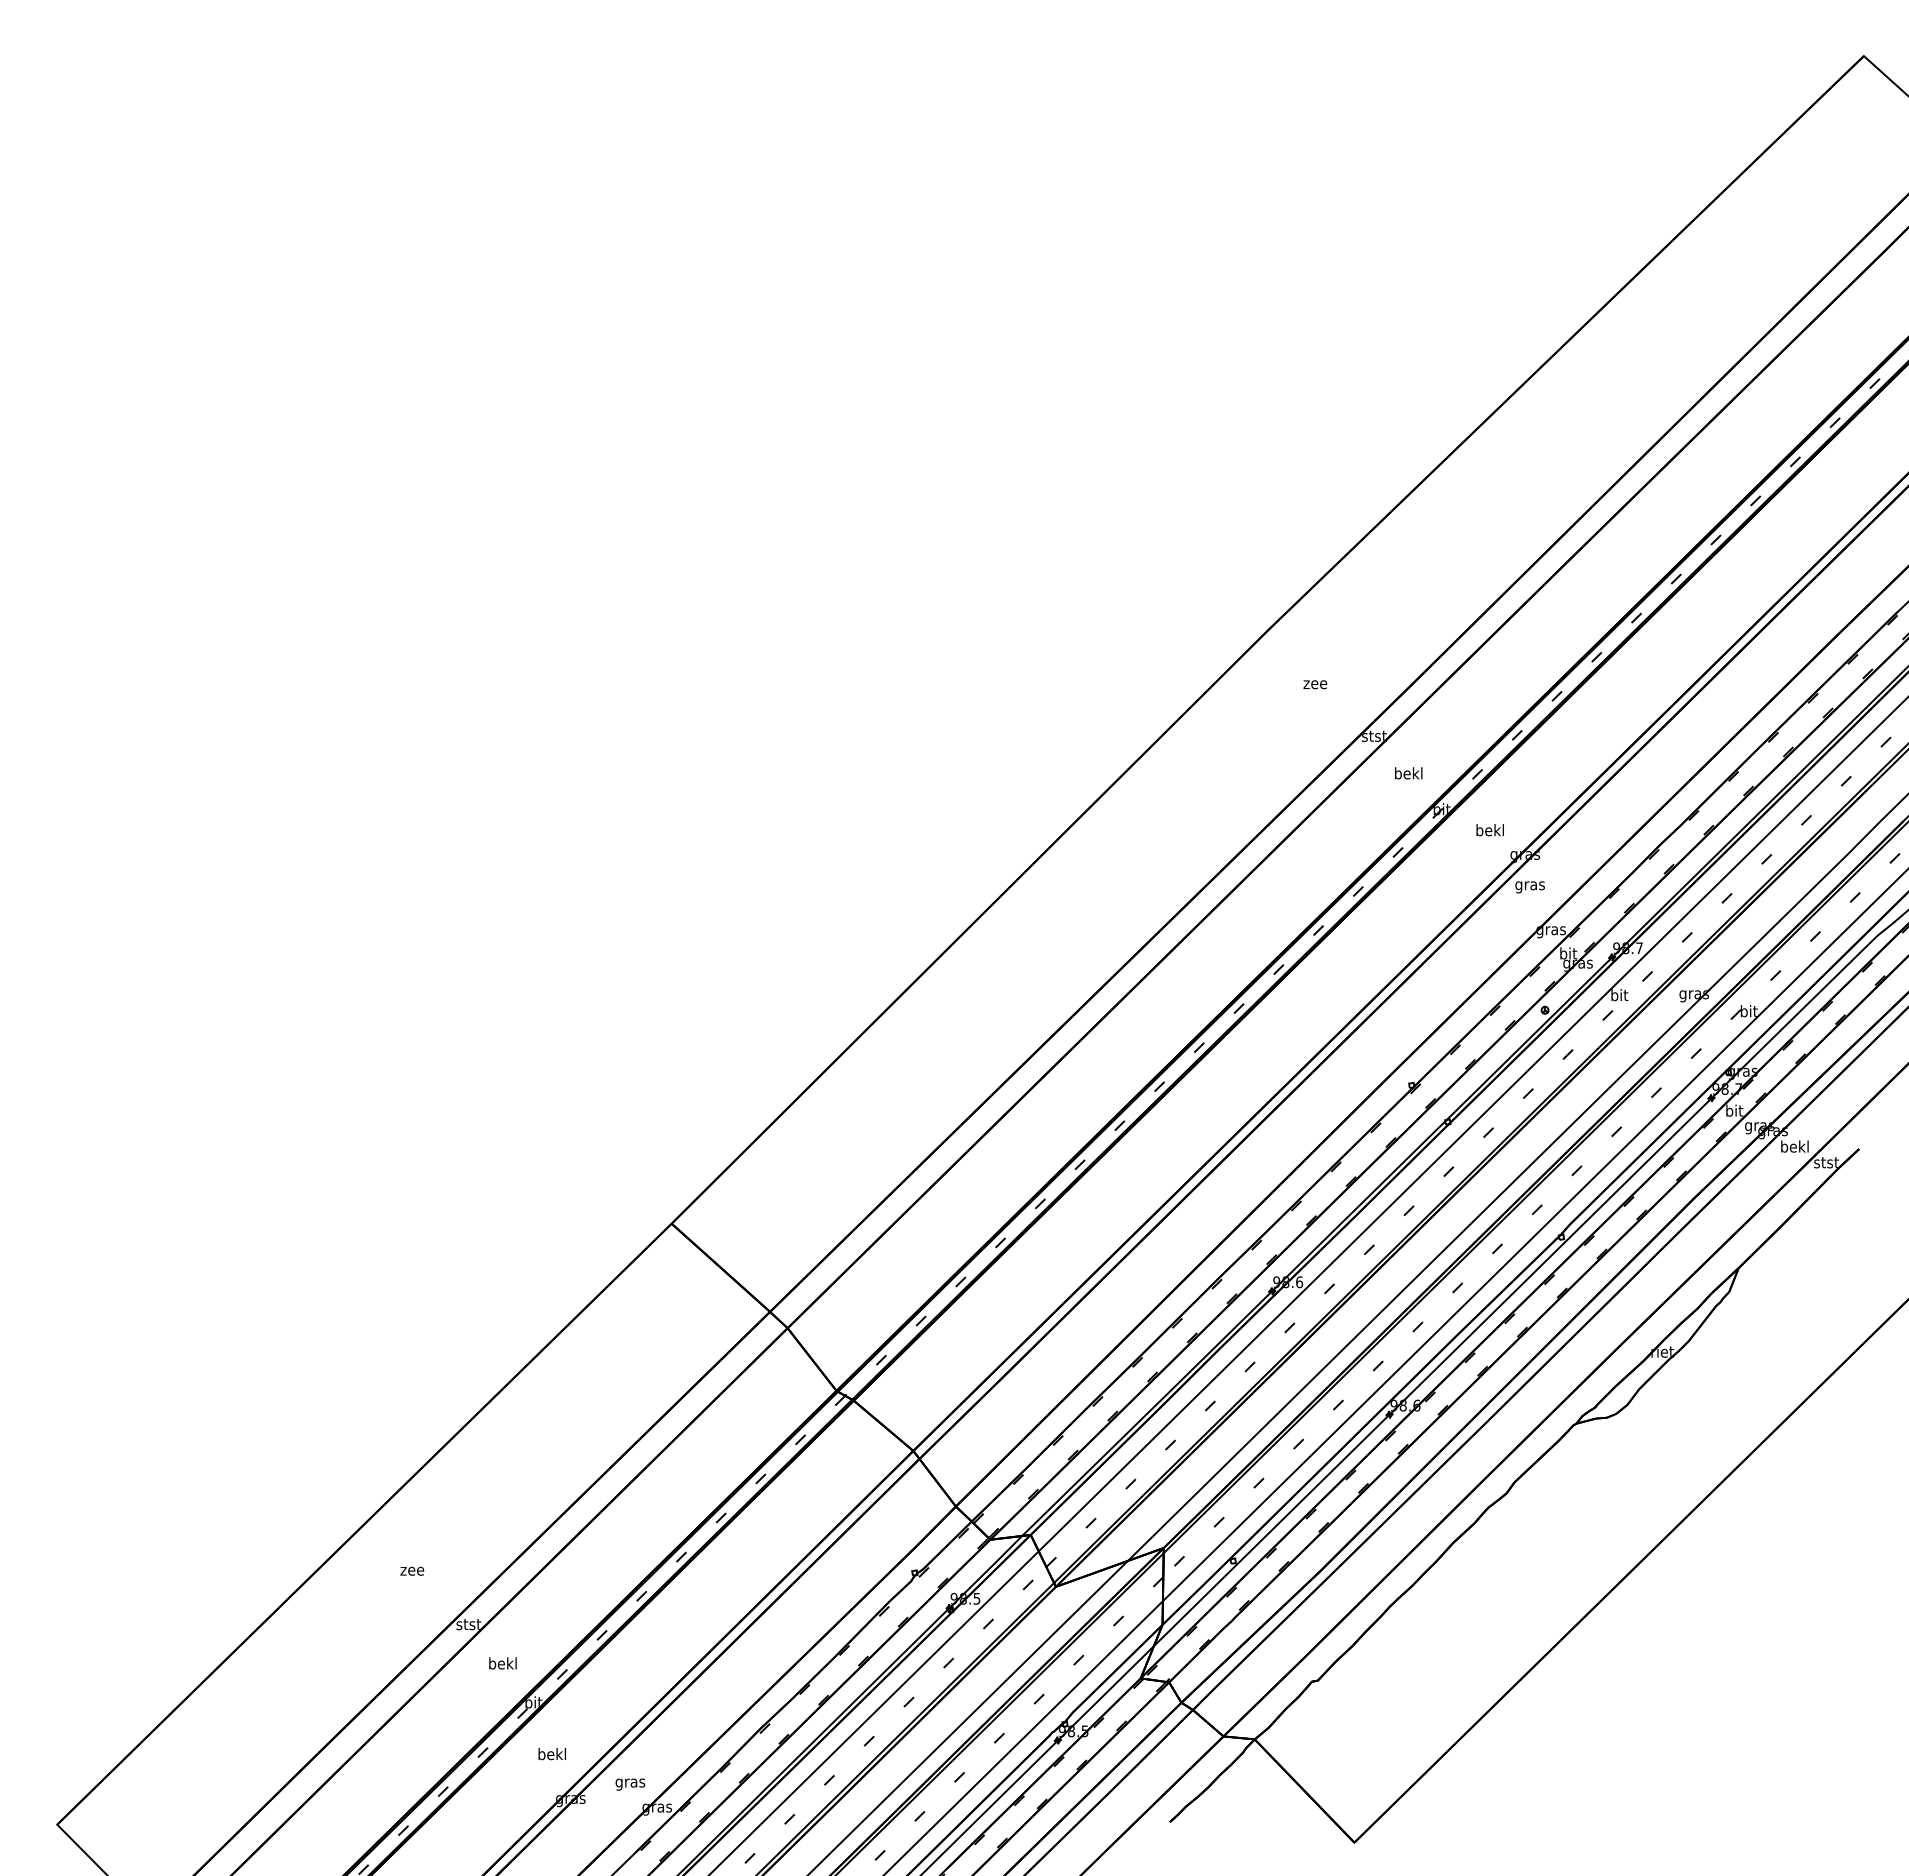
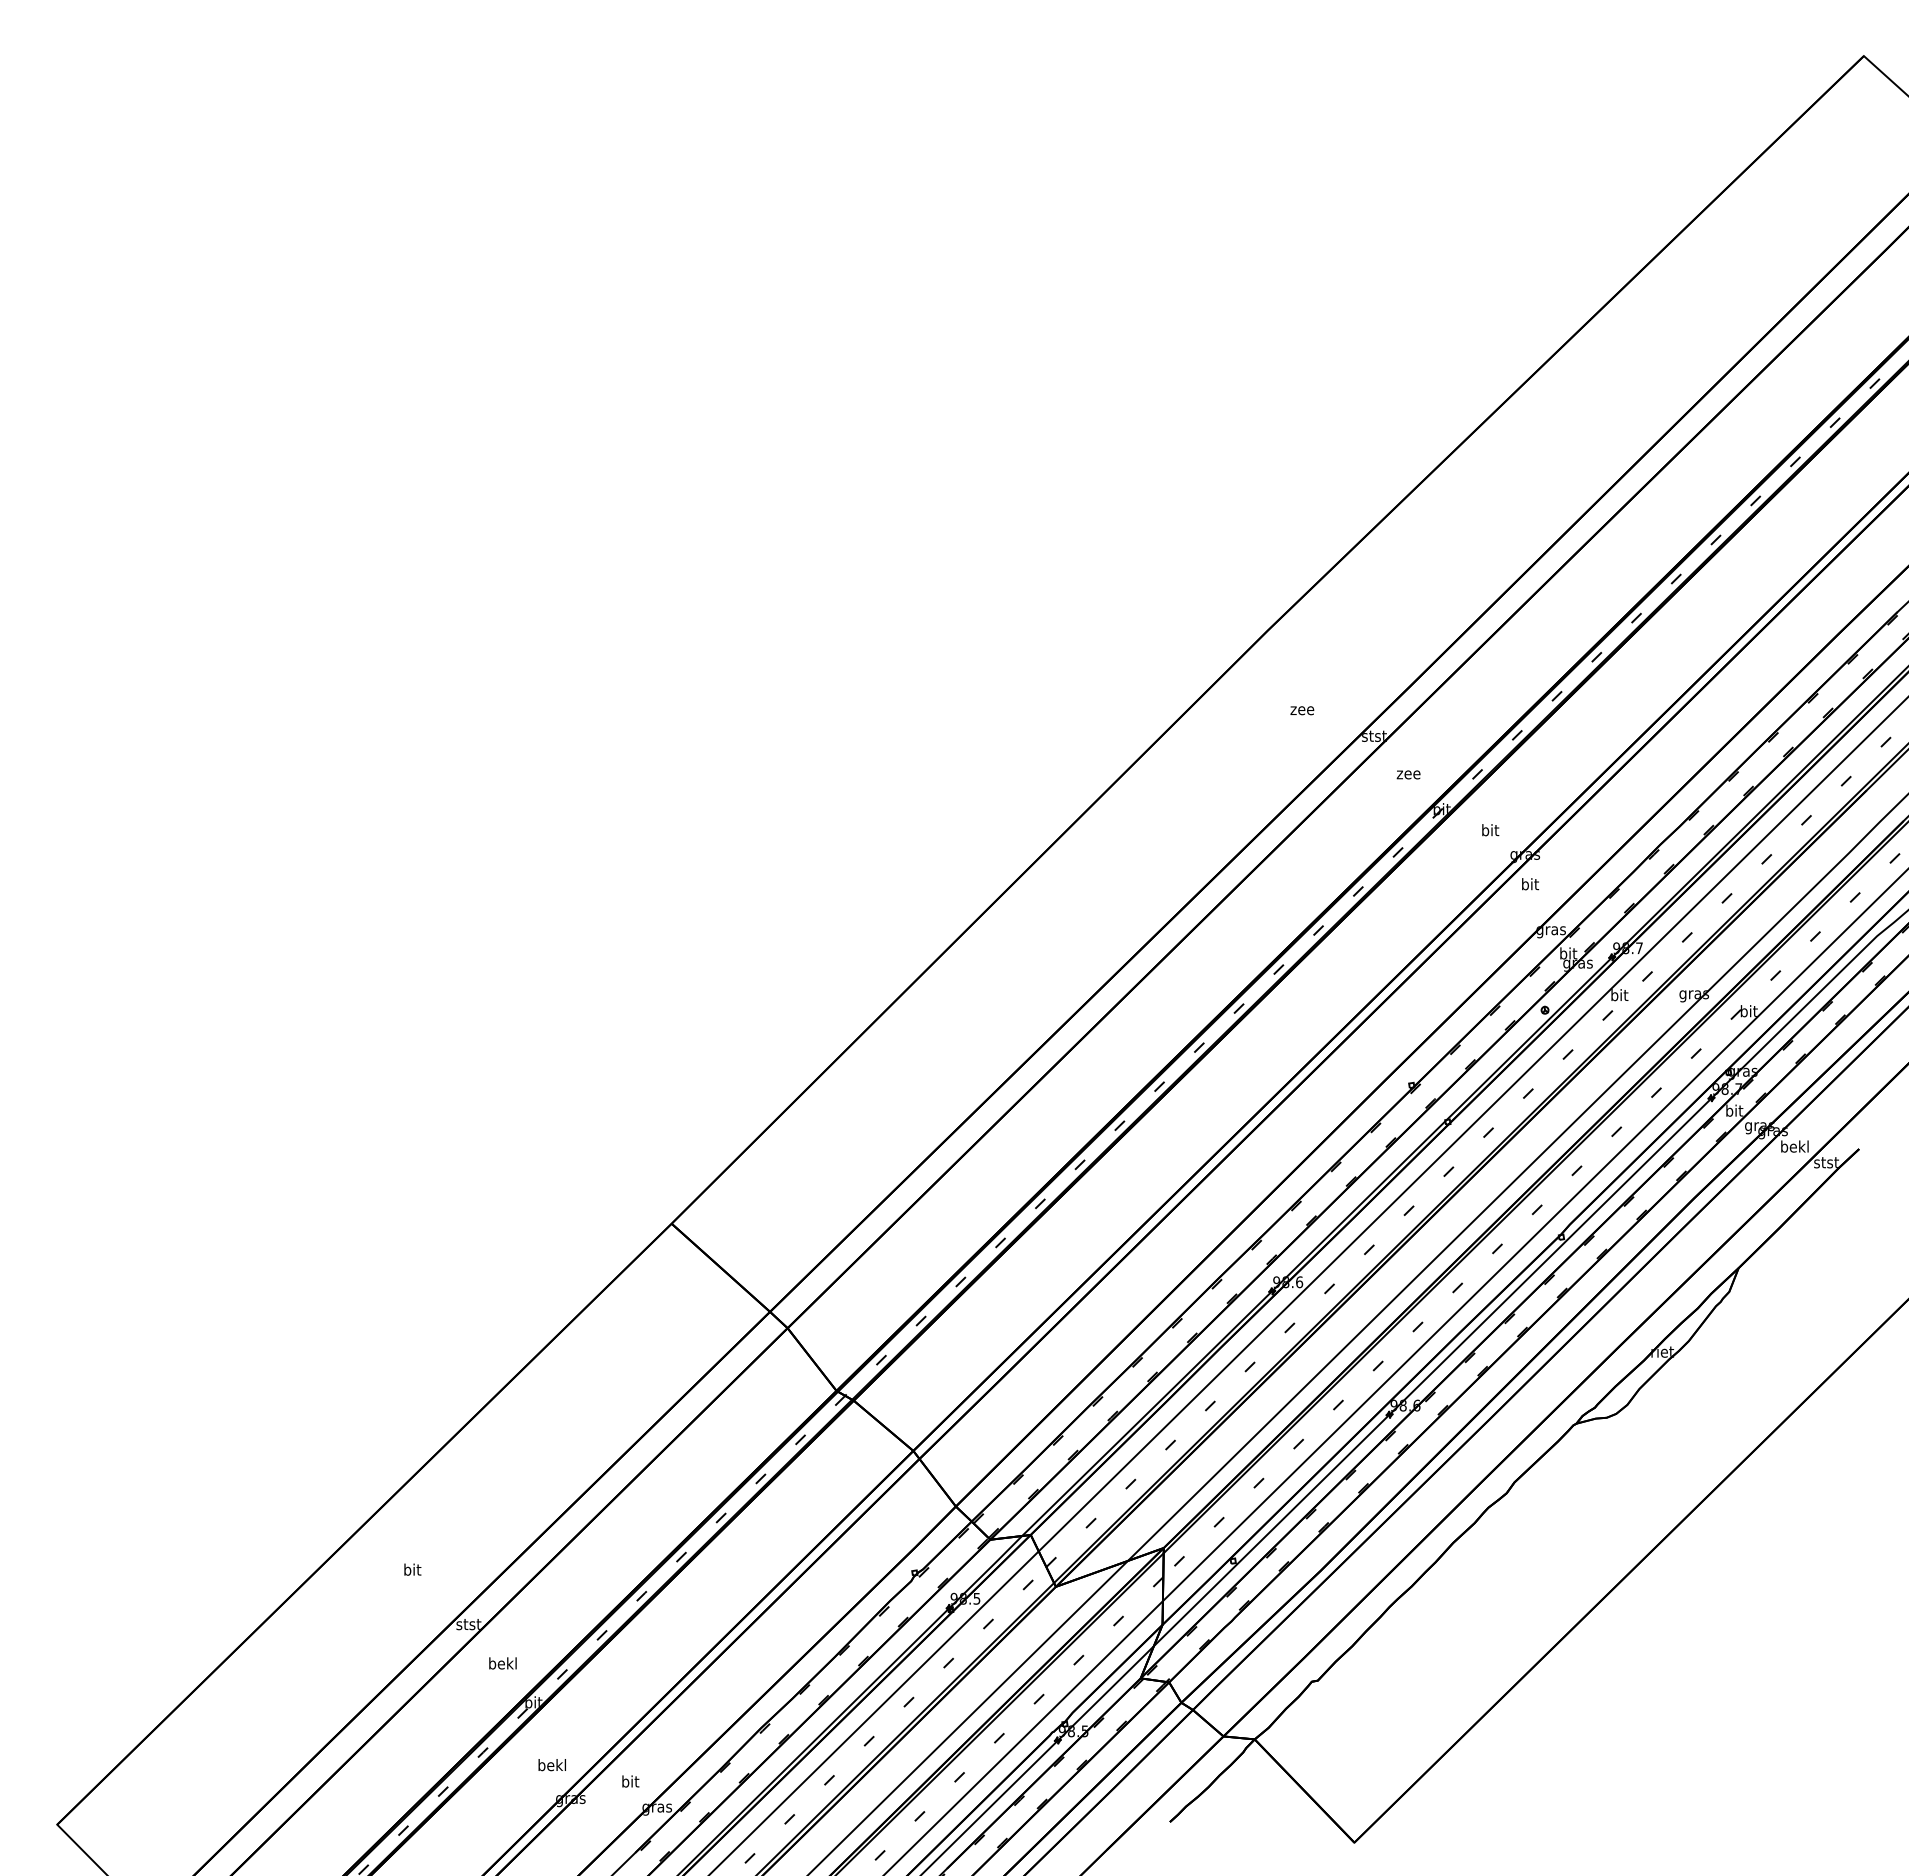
text at (1315, 684) position: (1315, 684) -> (1302, 710)
text at (1408, 773): bekl -> zee
text at (1489, 830): bekl -> bit
text at (1529, 885): gras -> bit
text at (412, 1569): zee -> bit
text at (551, 1754) position: (551, 1754) -> (551, 1765)
text at (630, 1782): gras -> bit
